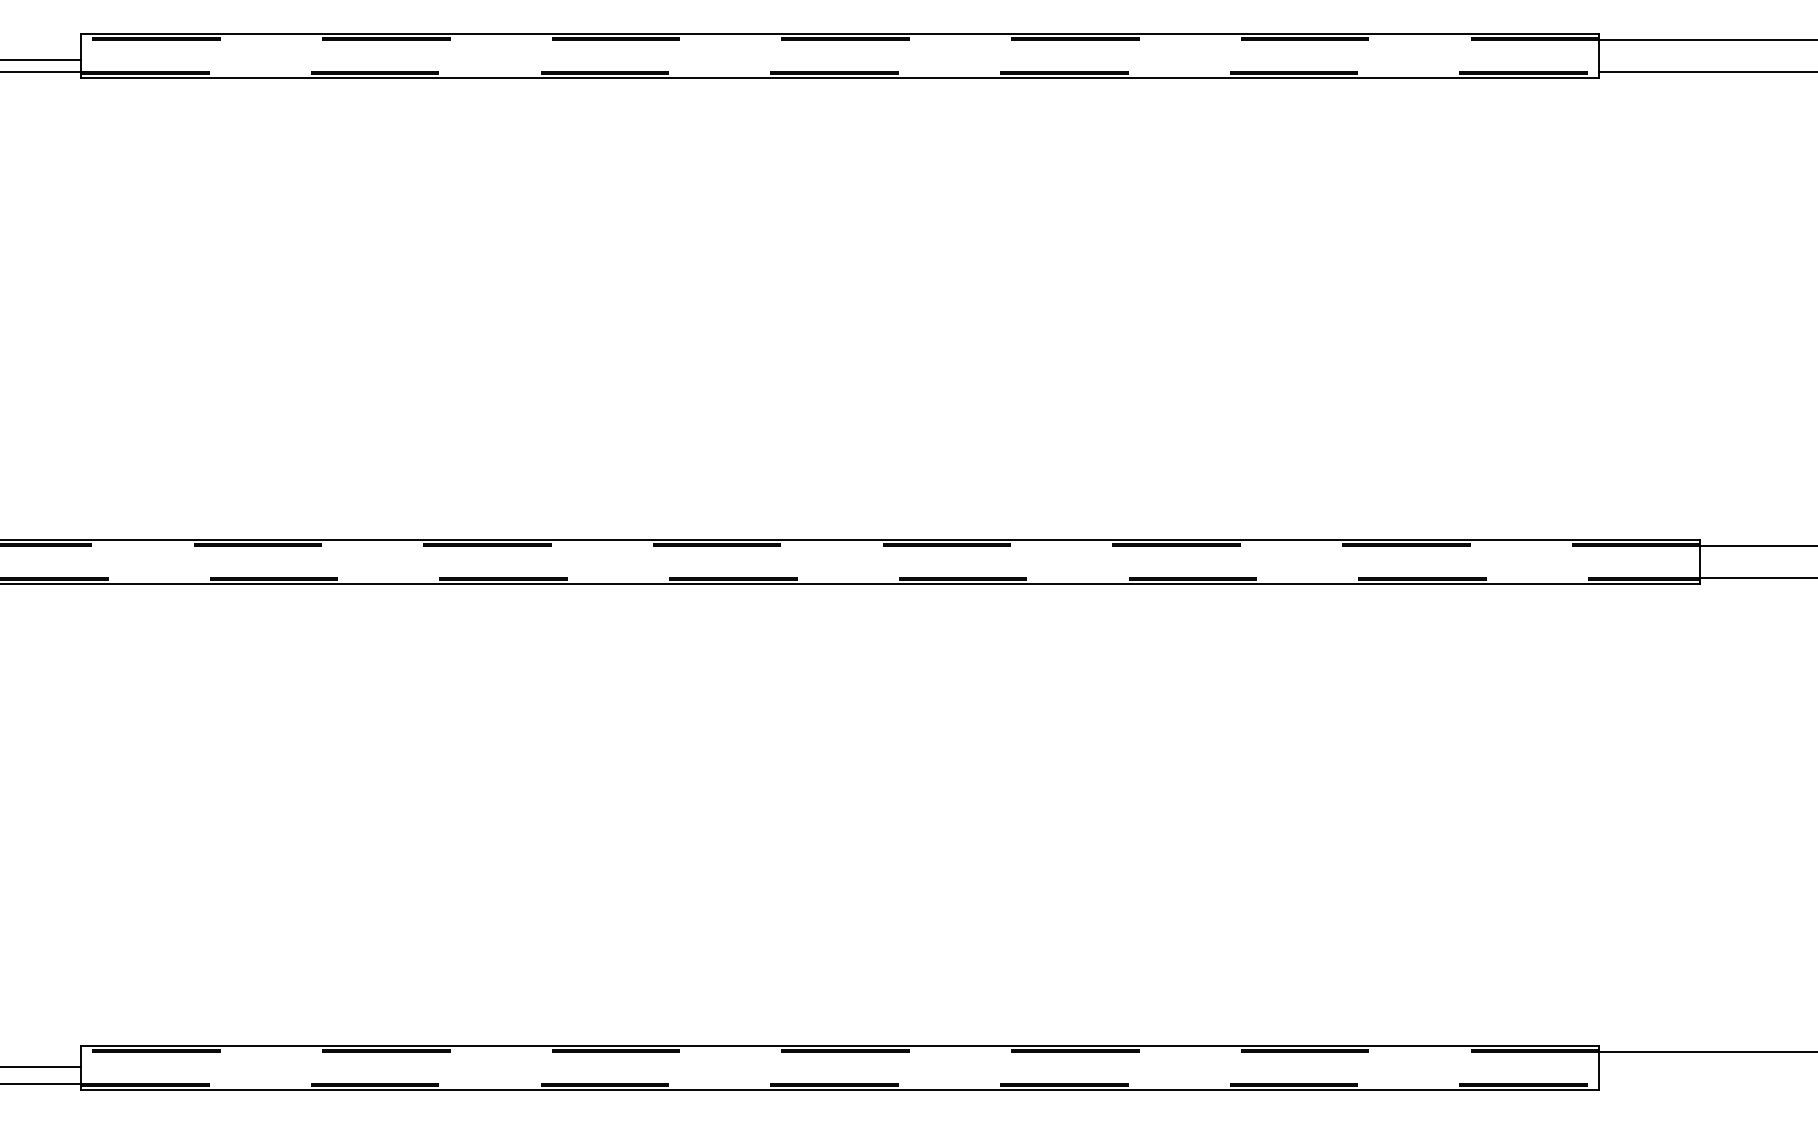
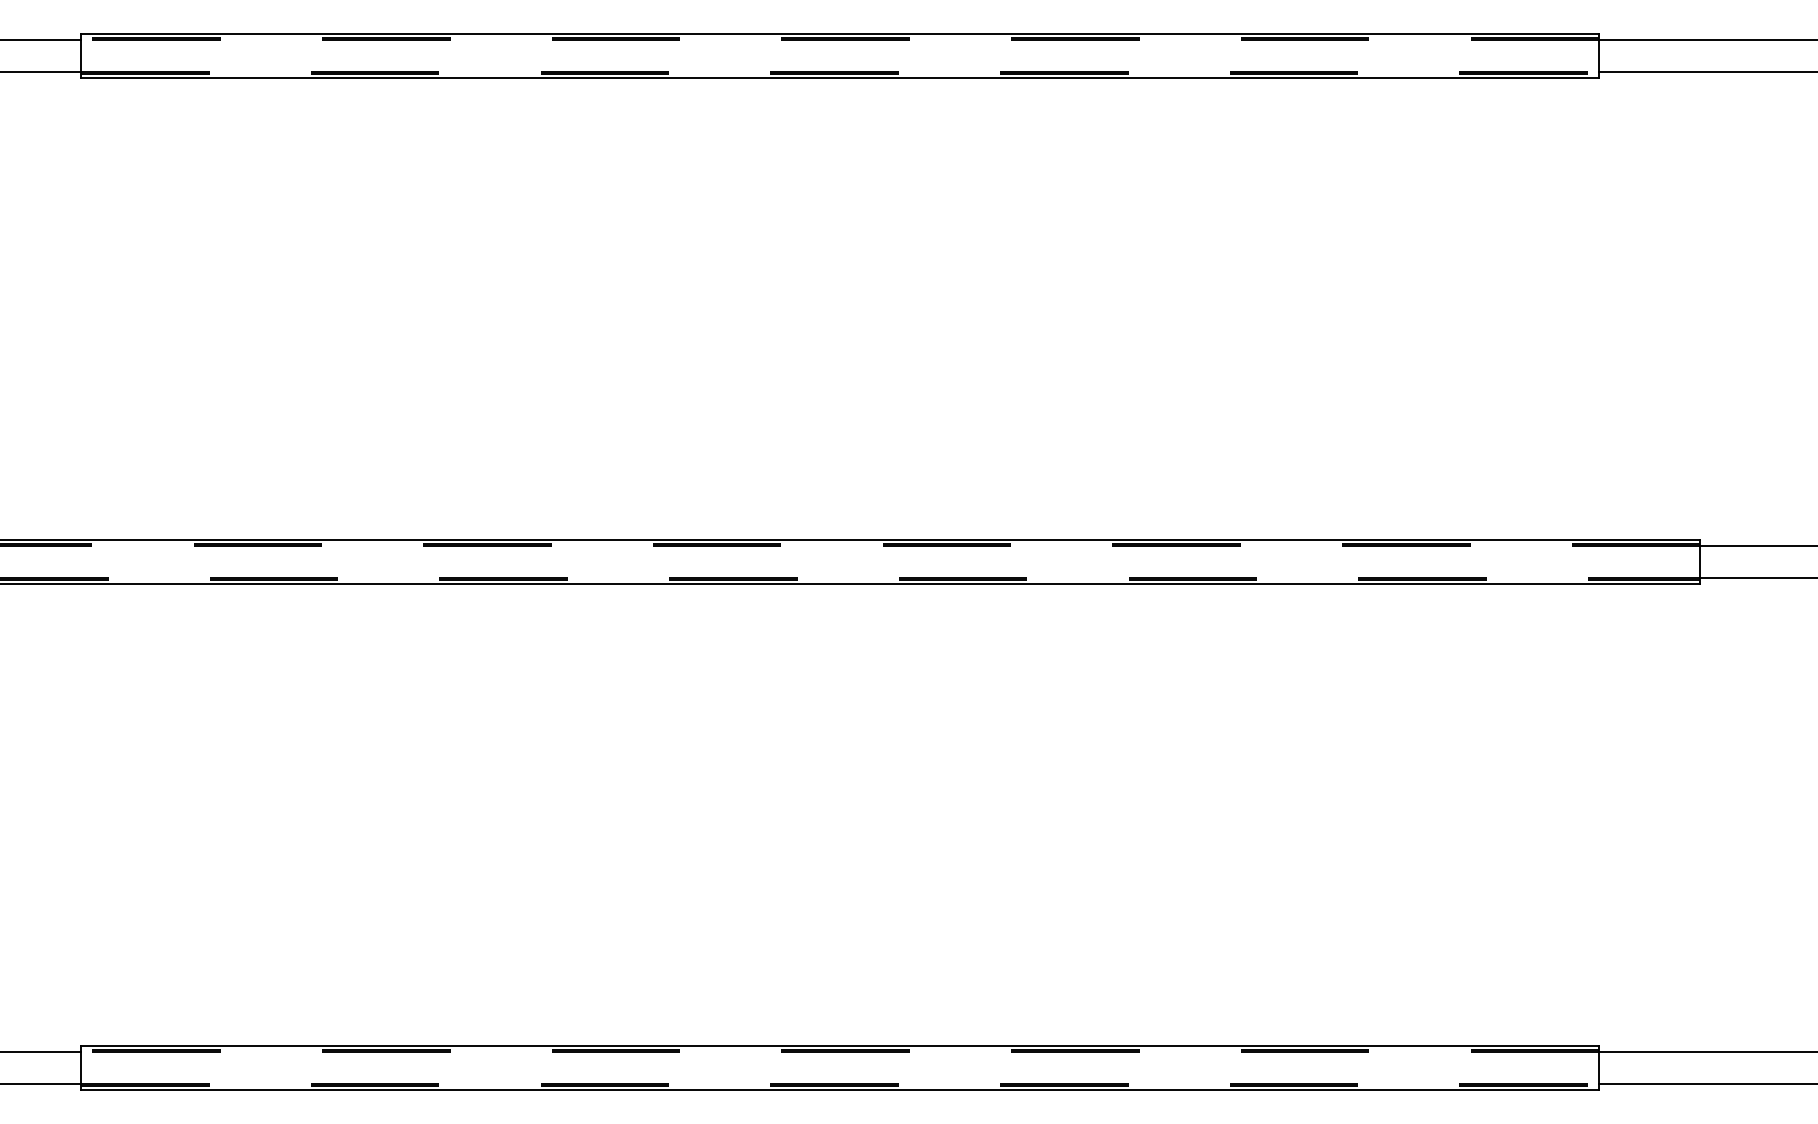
line at (41, 59) position: (41, 59) -> (41, 39)
line at (41, 1066) position: (41, 1066) -> (41, 1051)
line at (1706, 1084): none -> present
